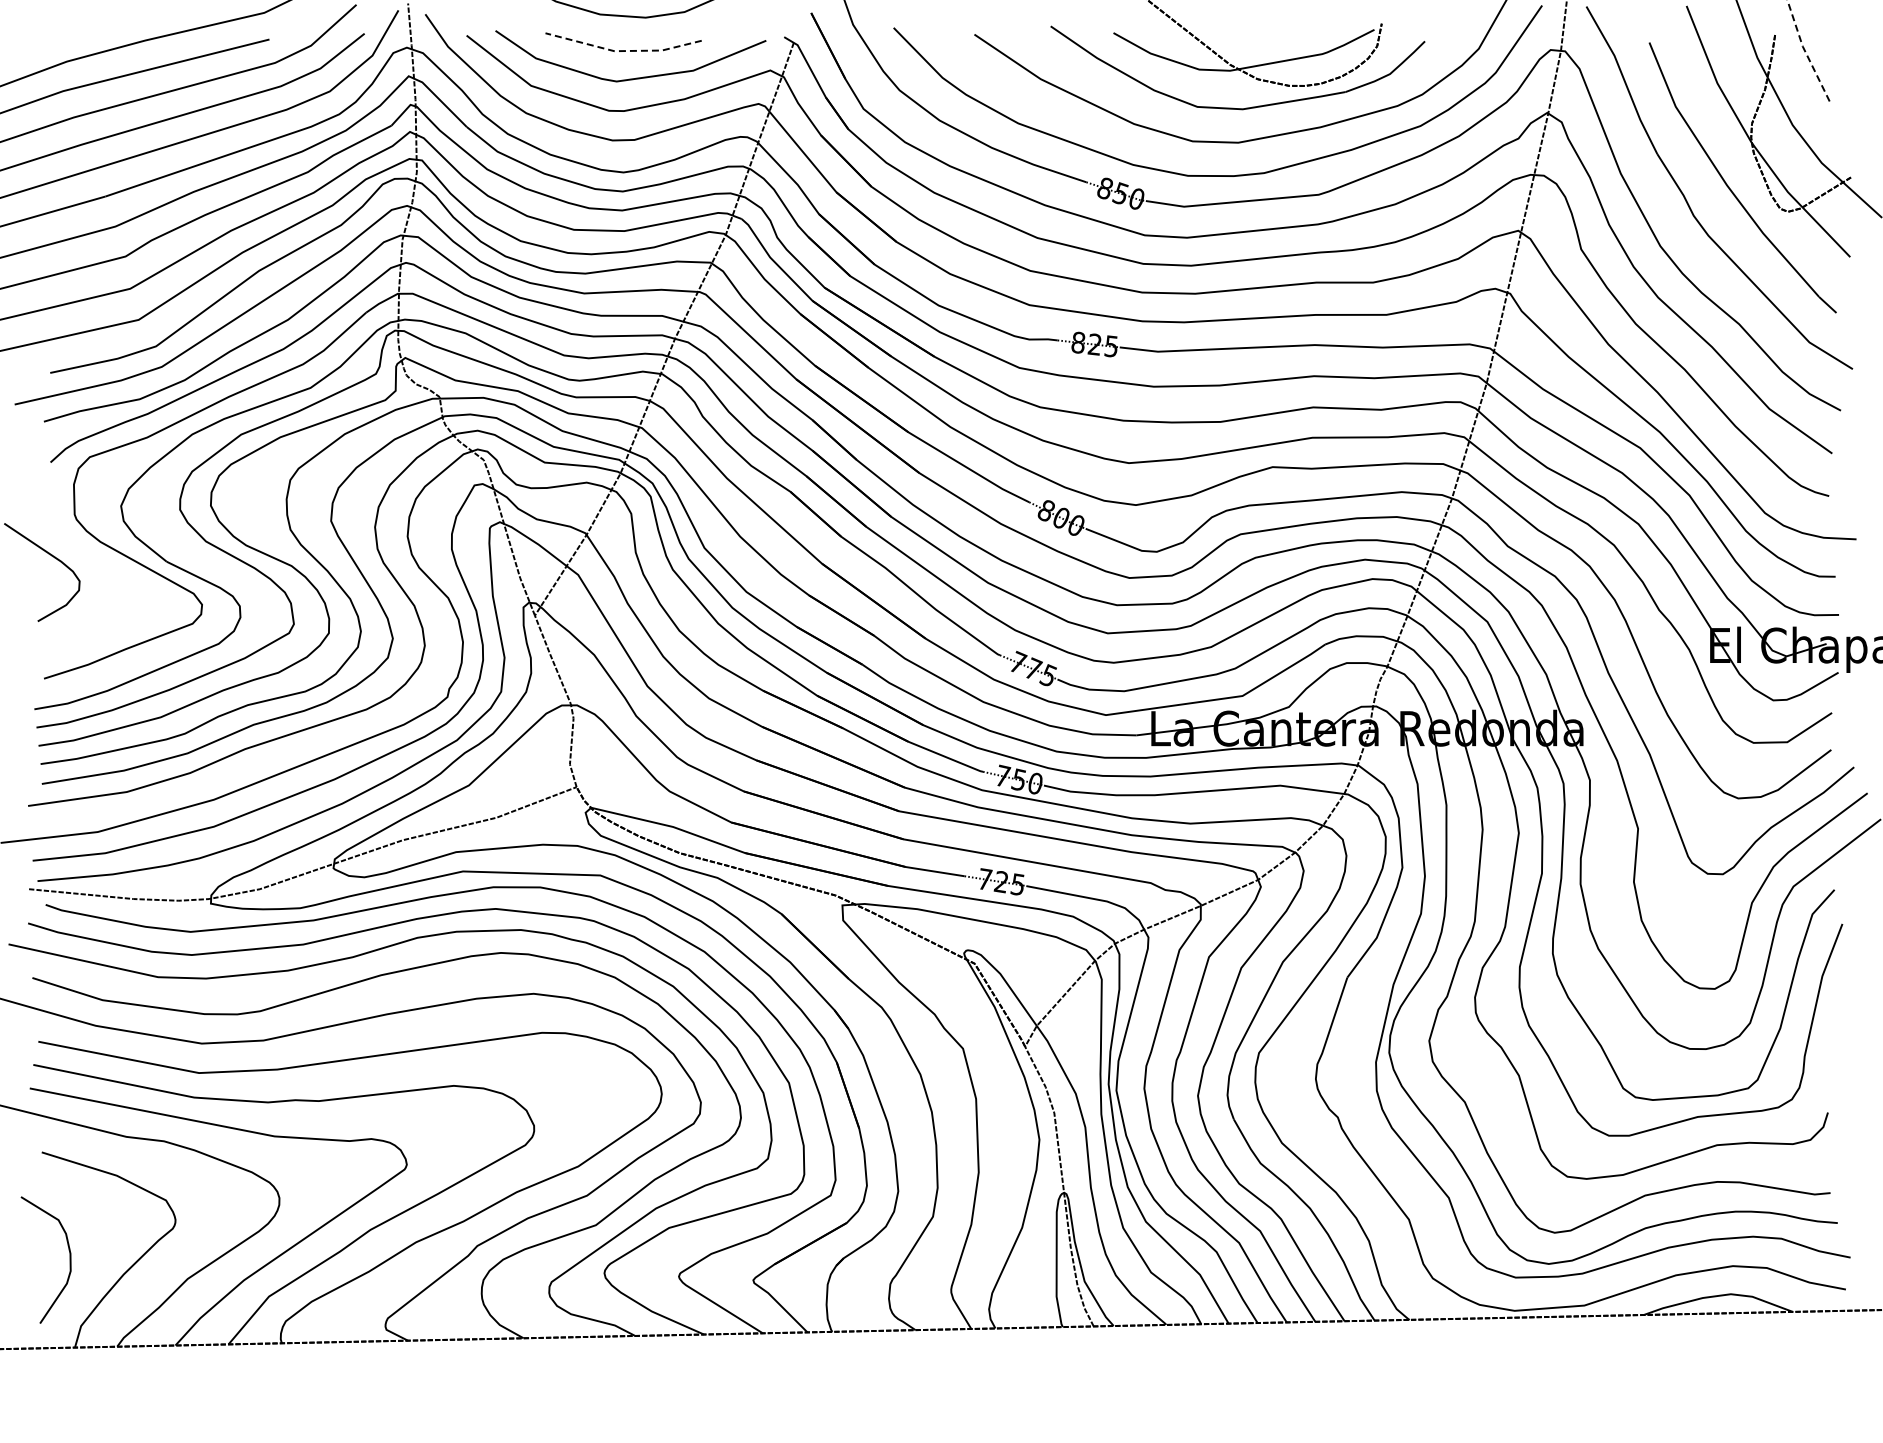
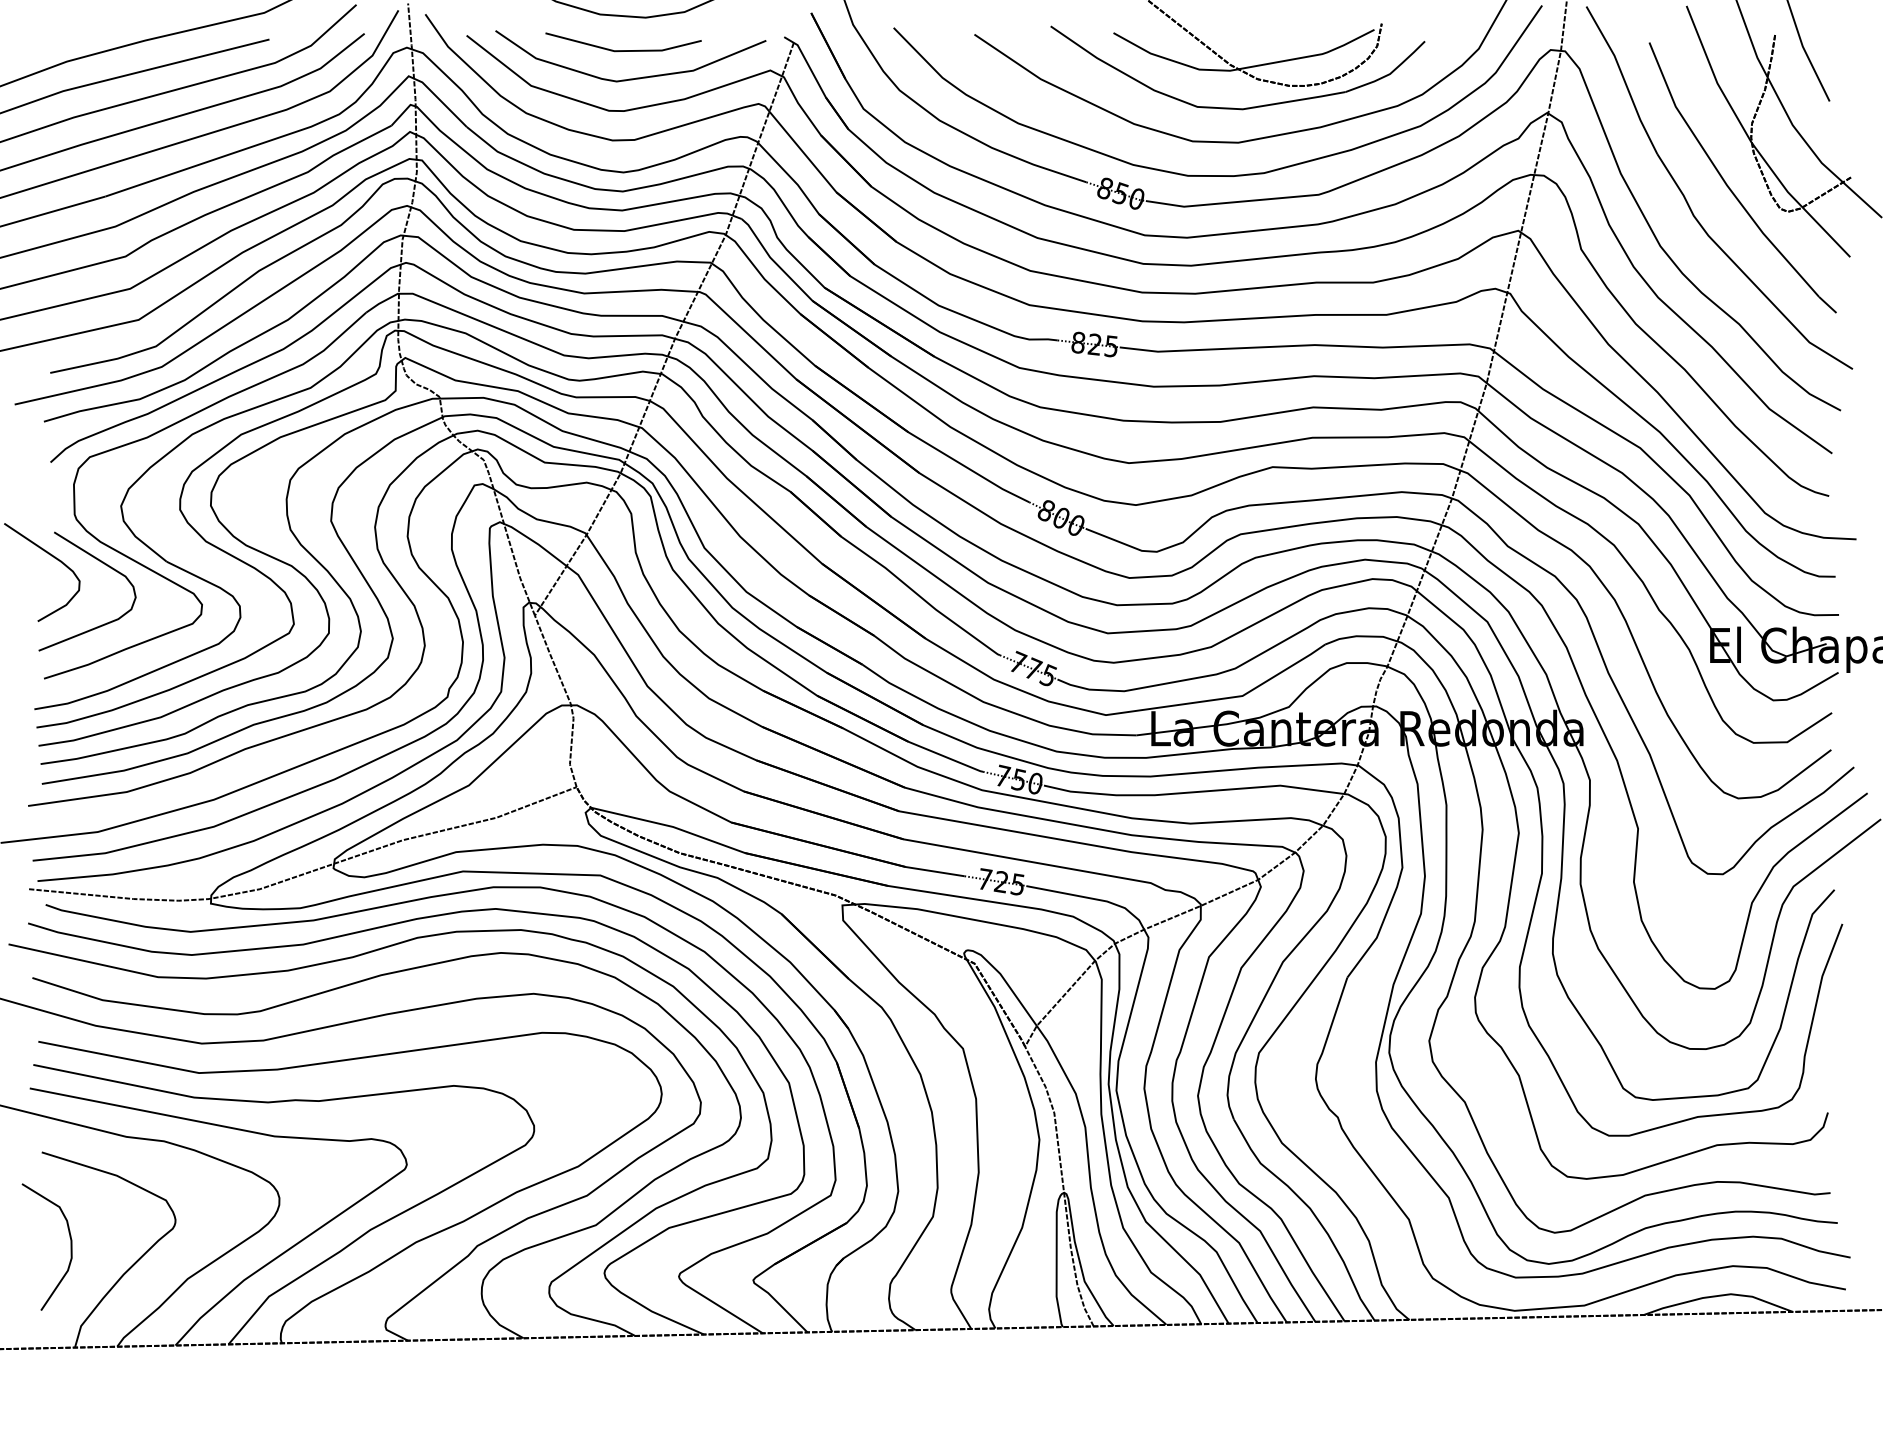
line at (622, 51): dashed -> solid
line at (1805, 51): dashed -> solid
curve at (105, 565): none -> present
curve at (69, 1259) position: (69, 1259) -> (70, 1246)
